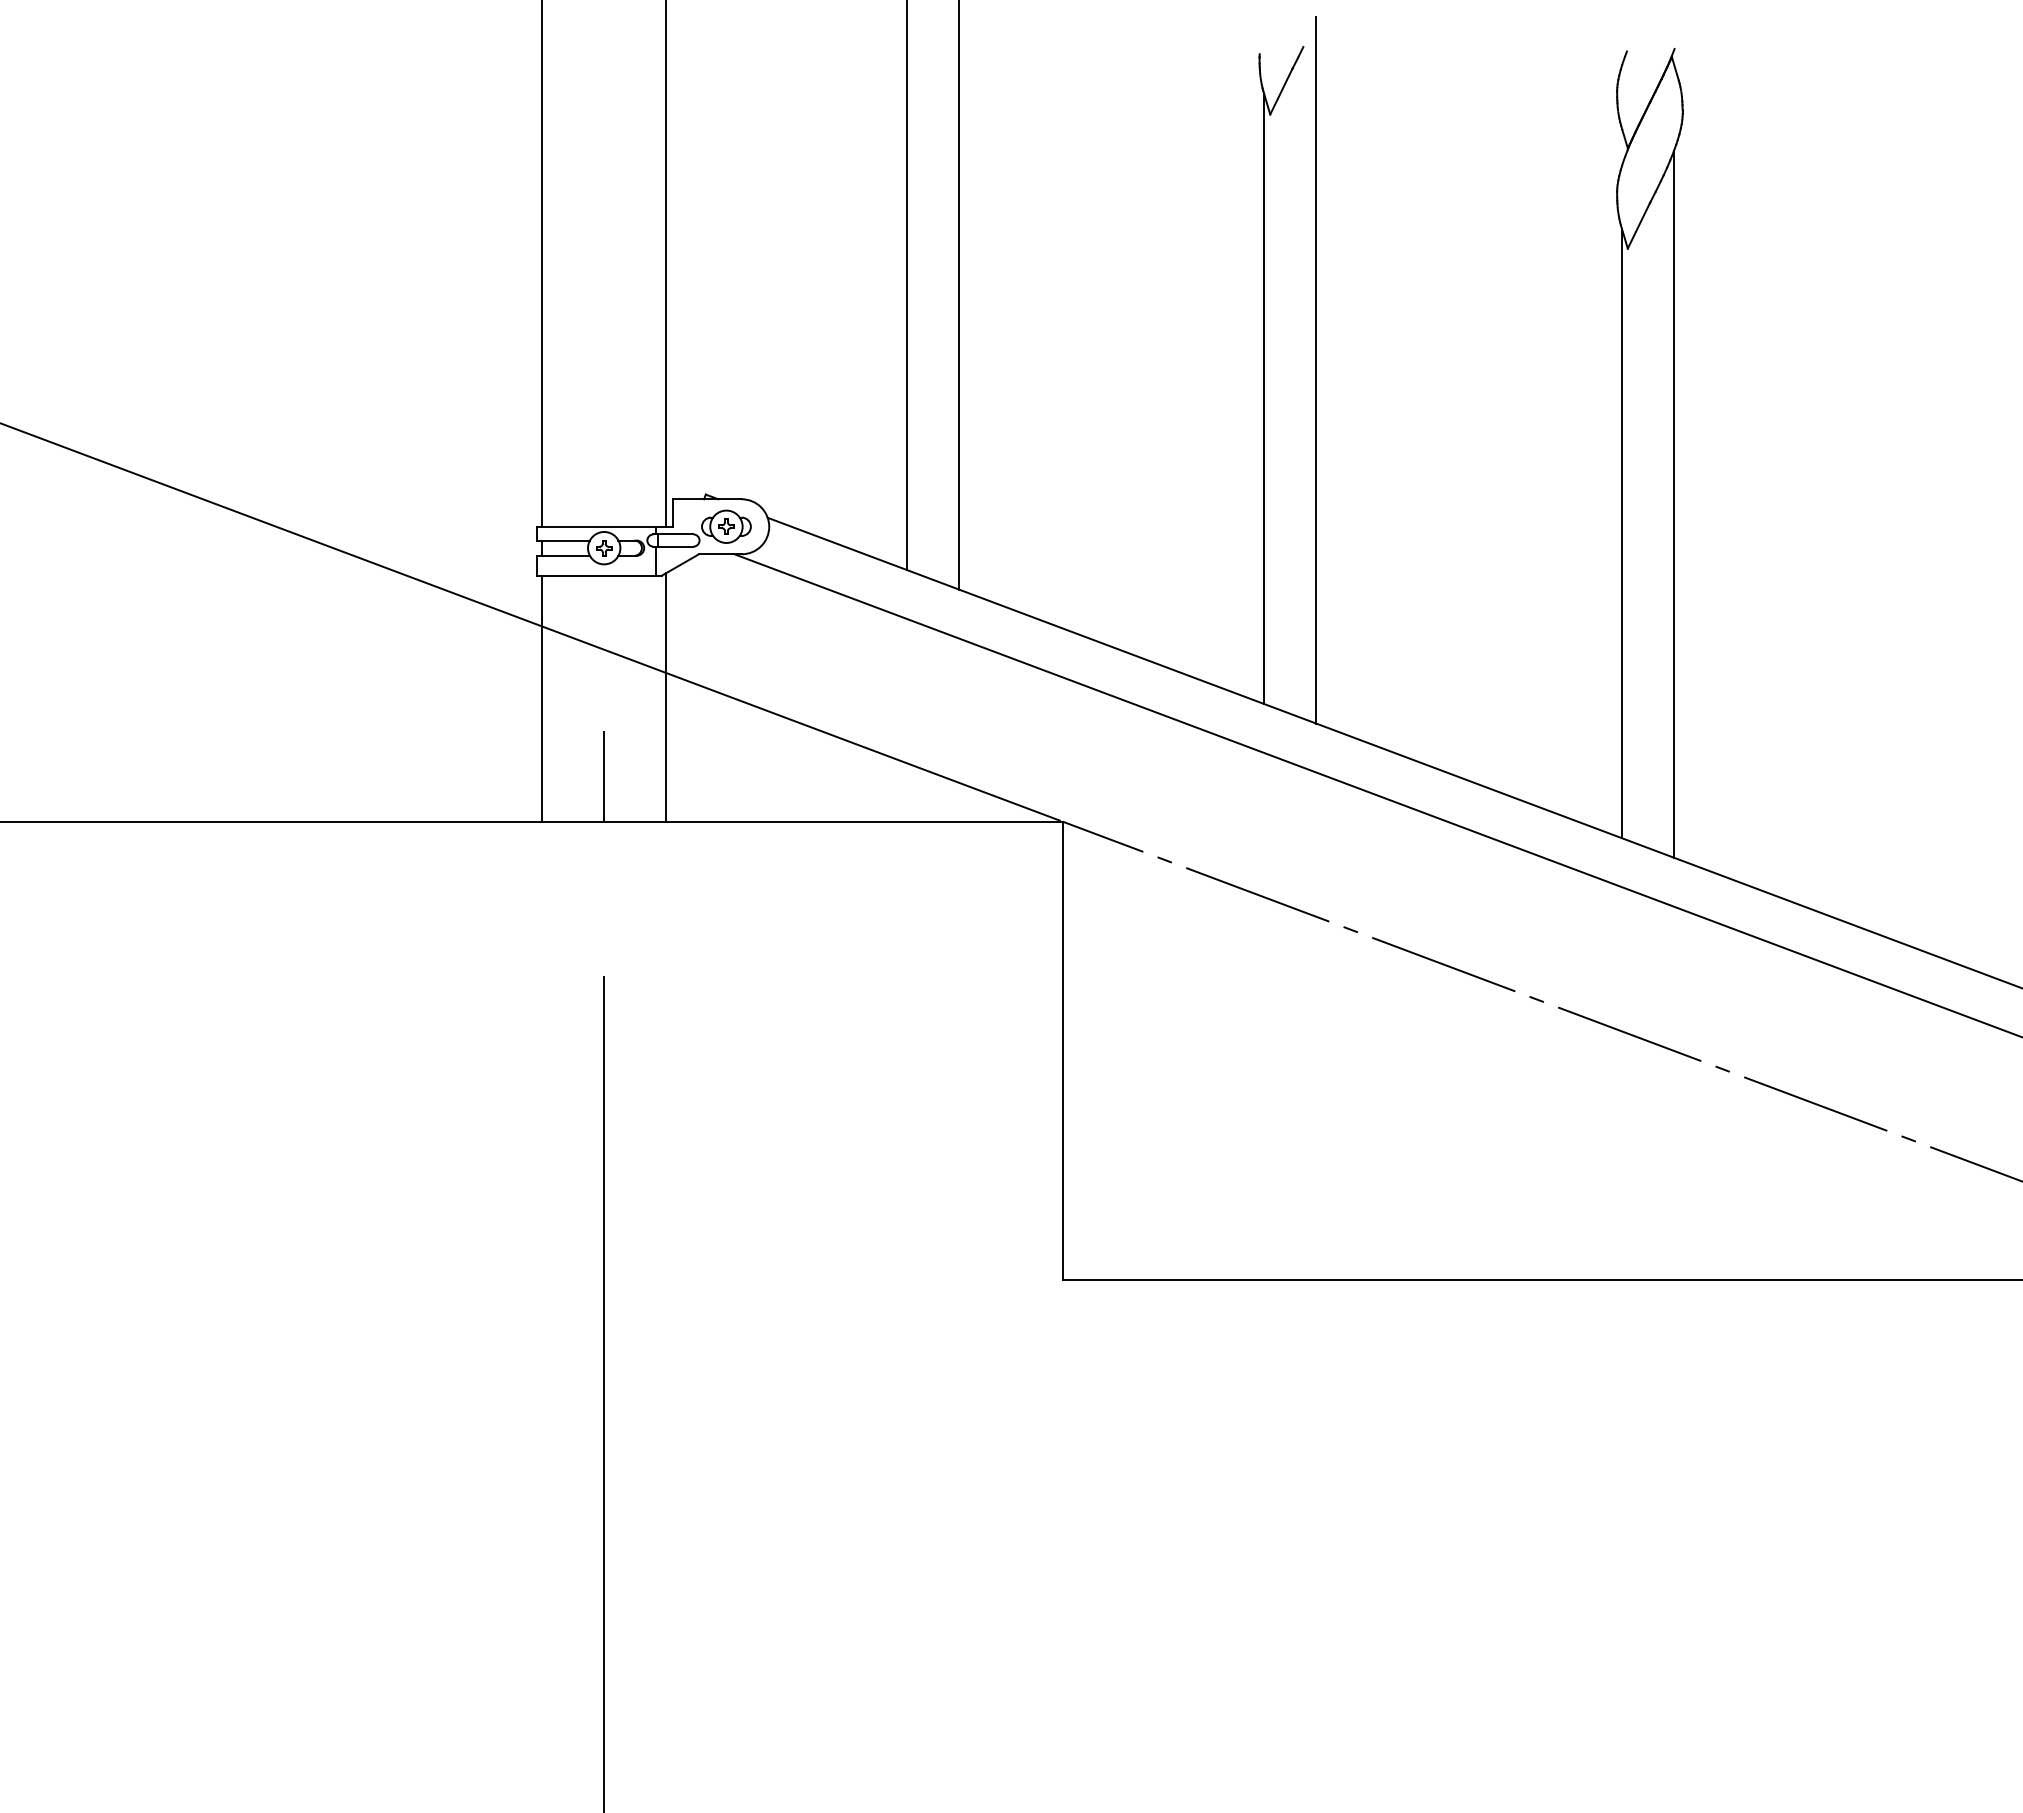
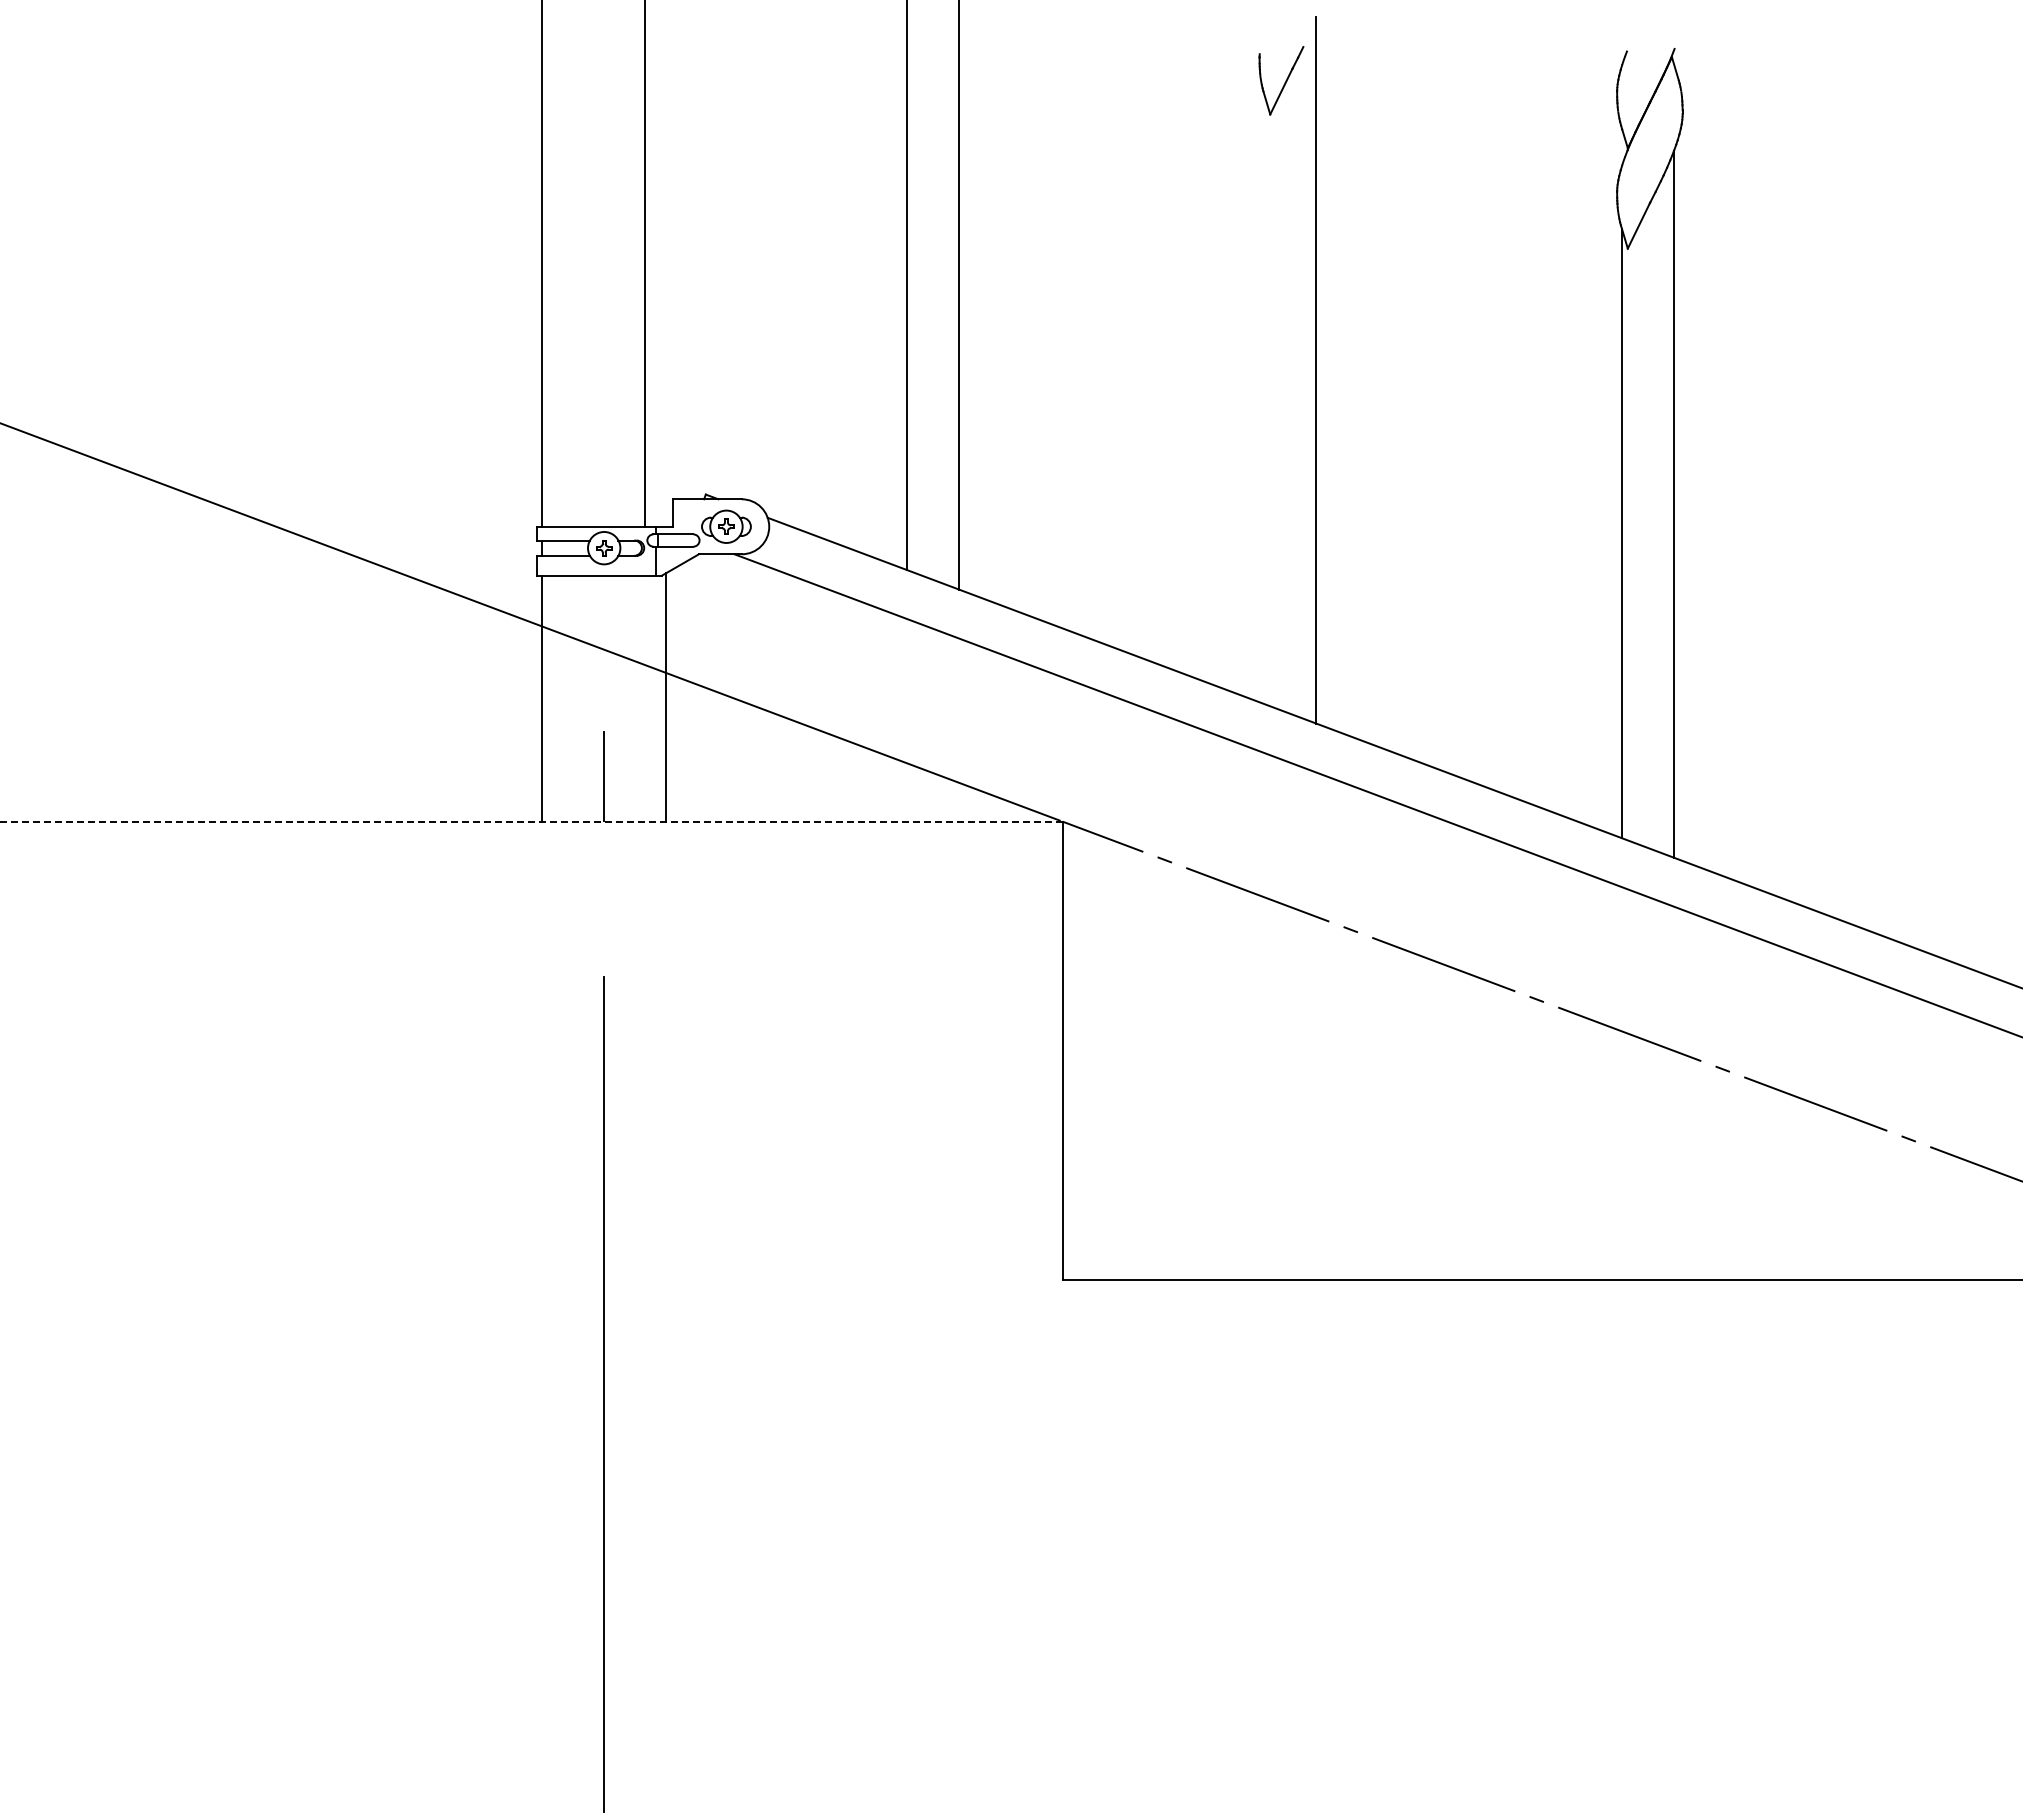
line at (666, 264) position: (666, 264) -> (645, 264)
line at (1264, 399): present -> none
line at (530, 821): solid -> dashed
